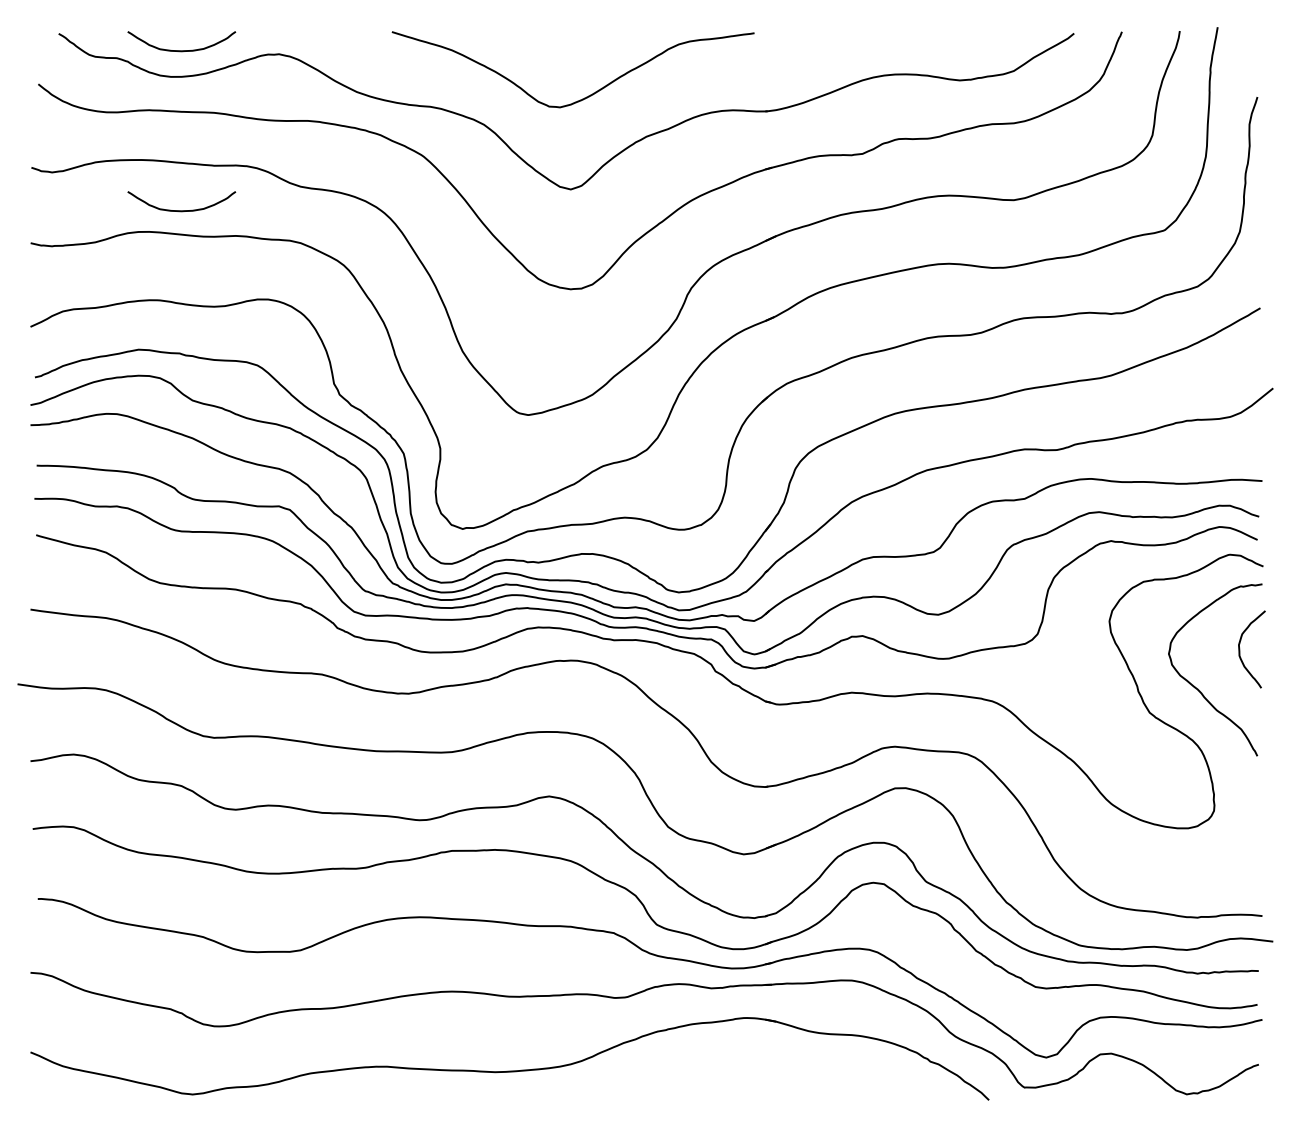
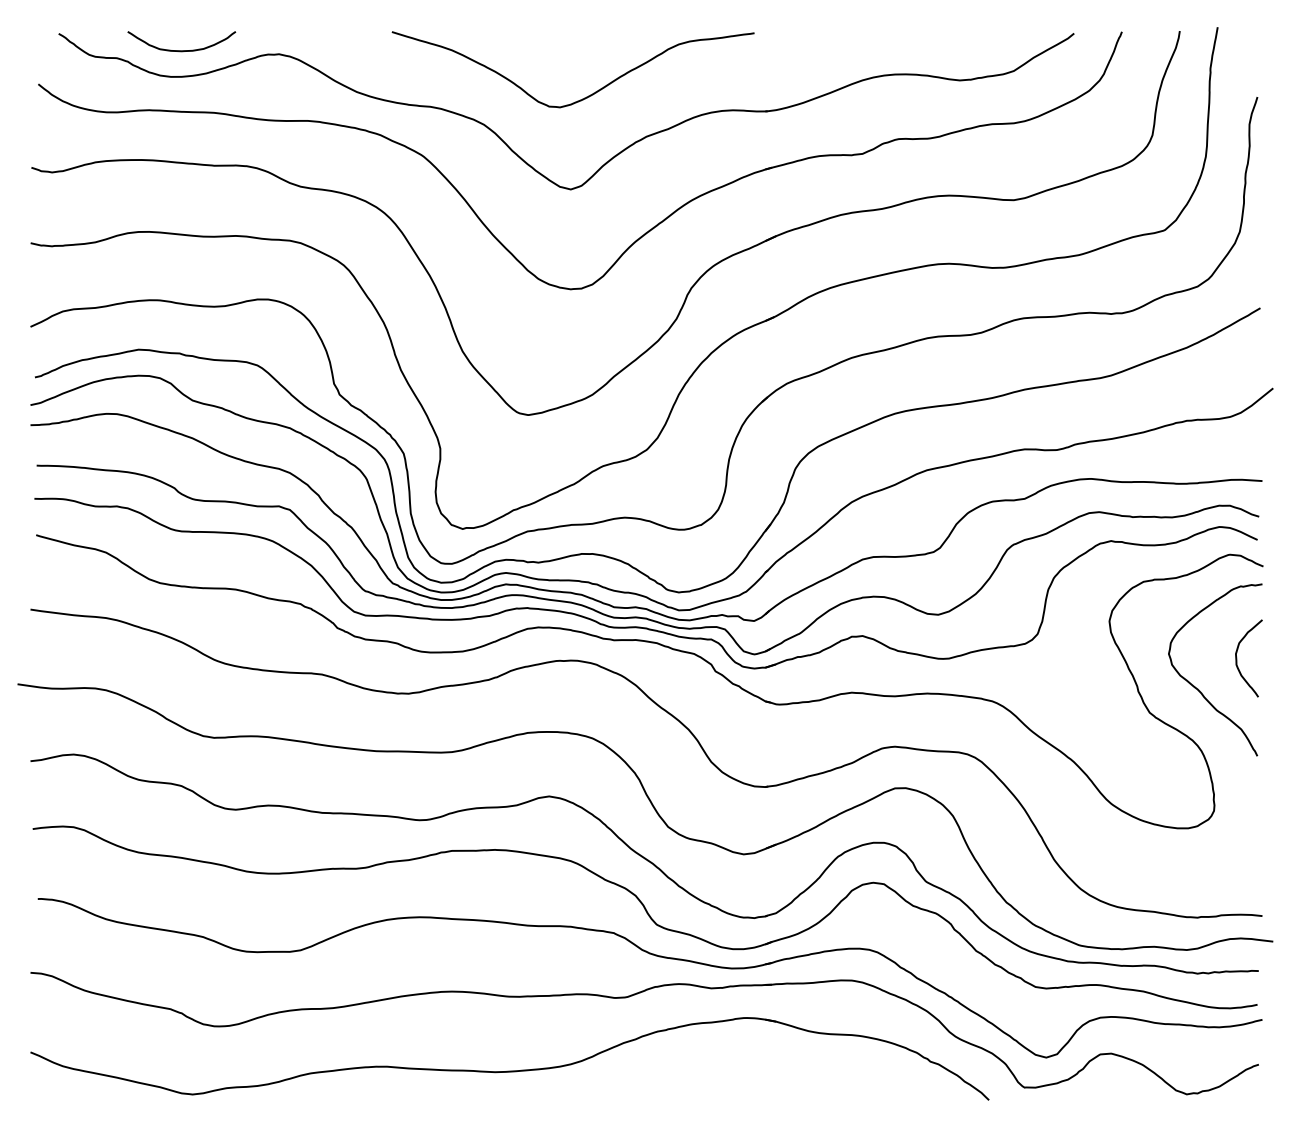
curve at (181, 210): present -> none
curve at (1240, 649) position: (1240, 649) -> (1237, 658)
